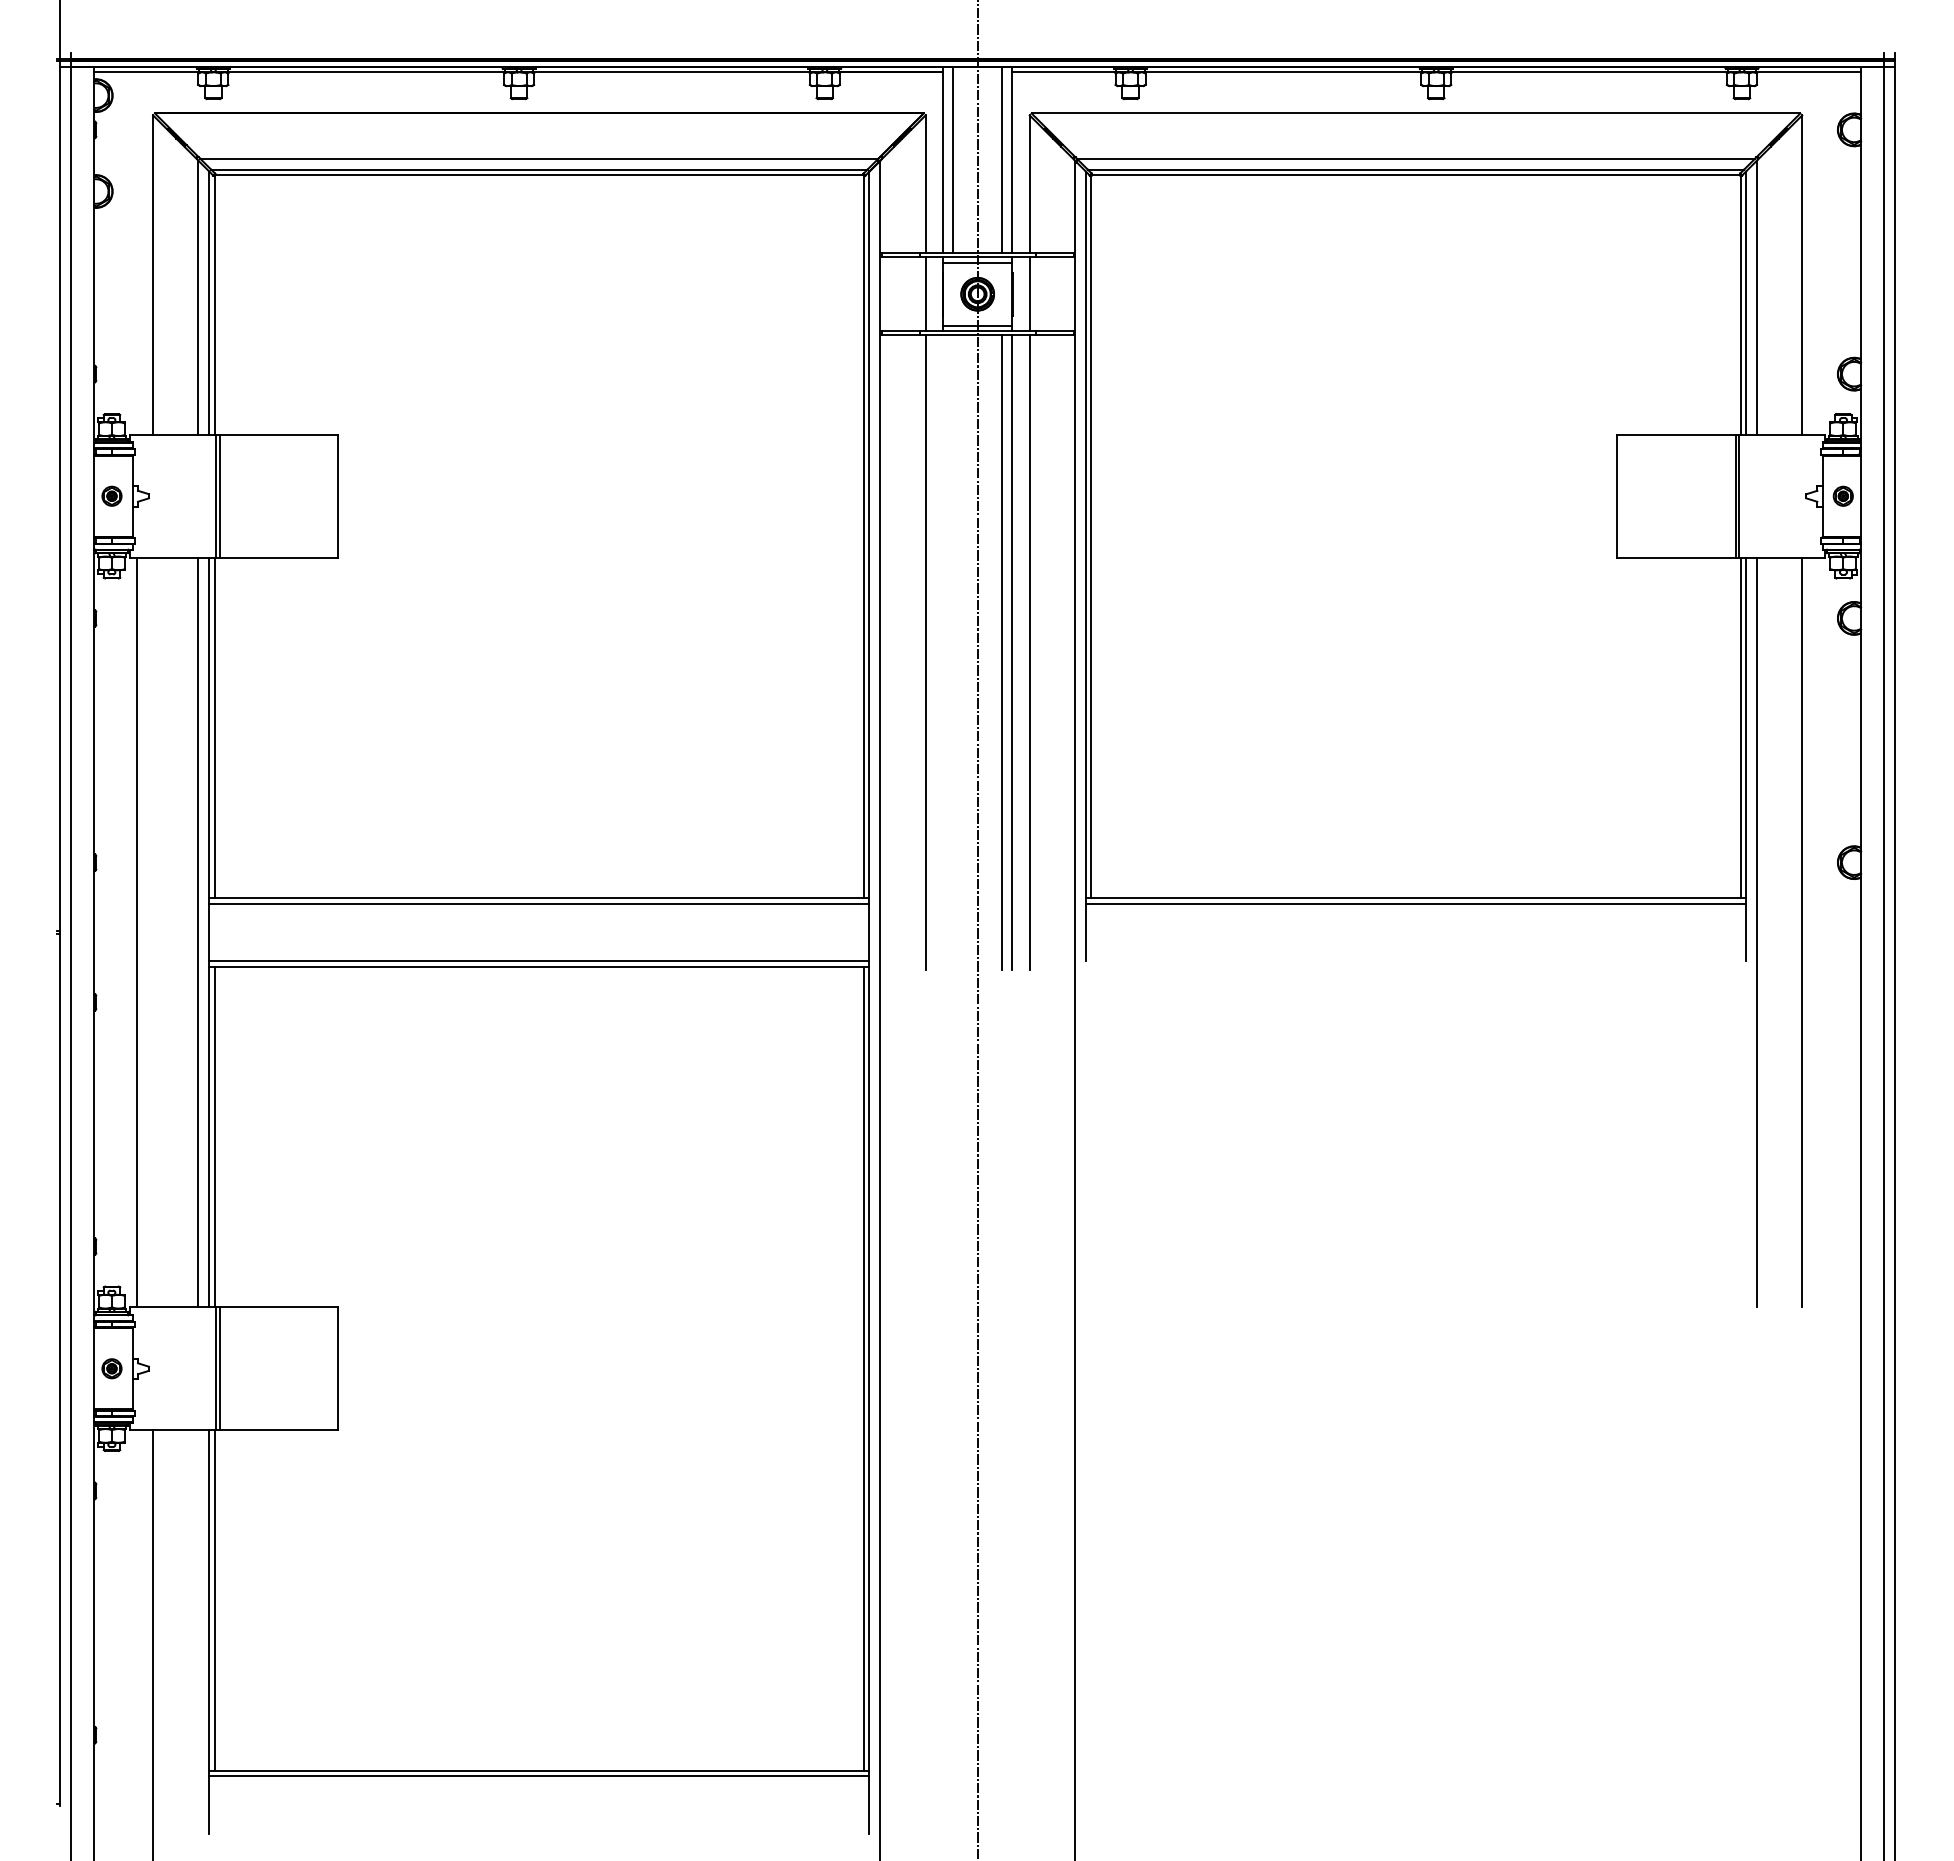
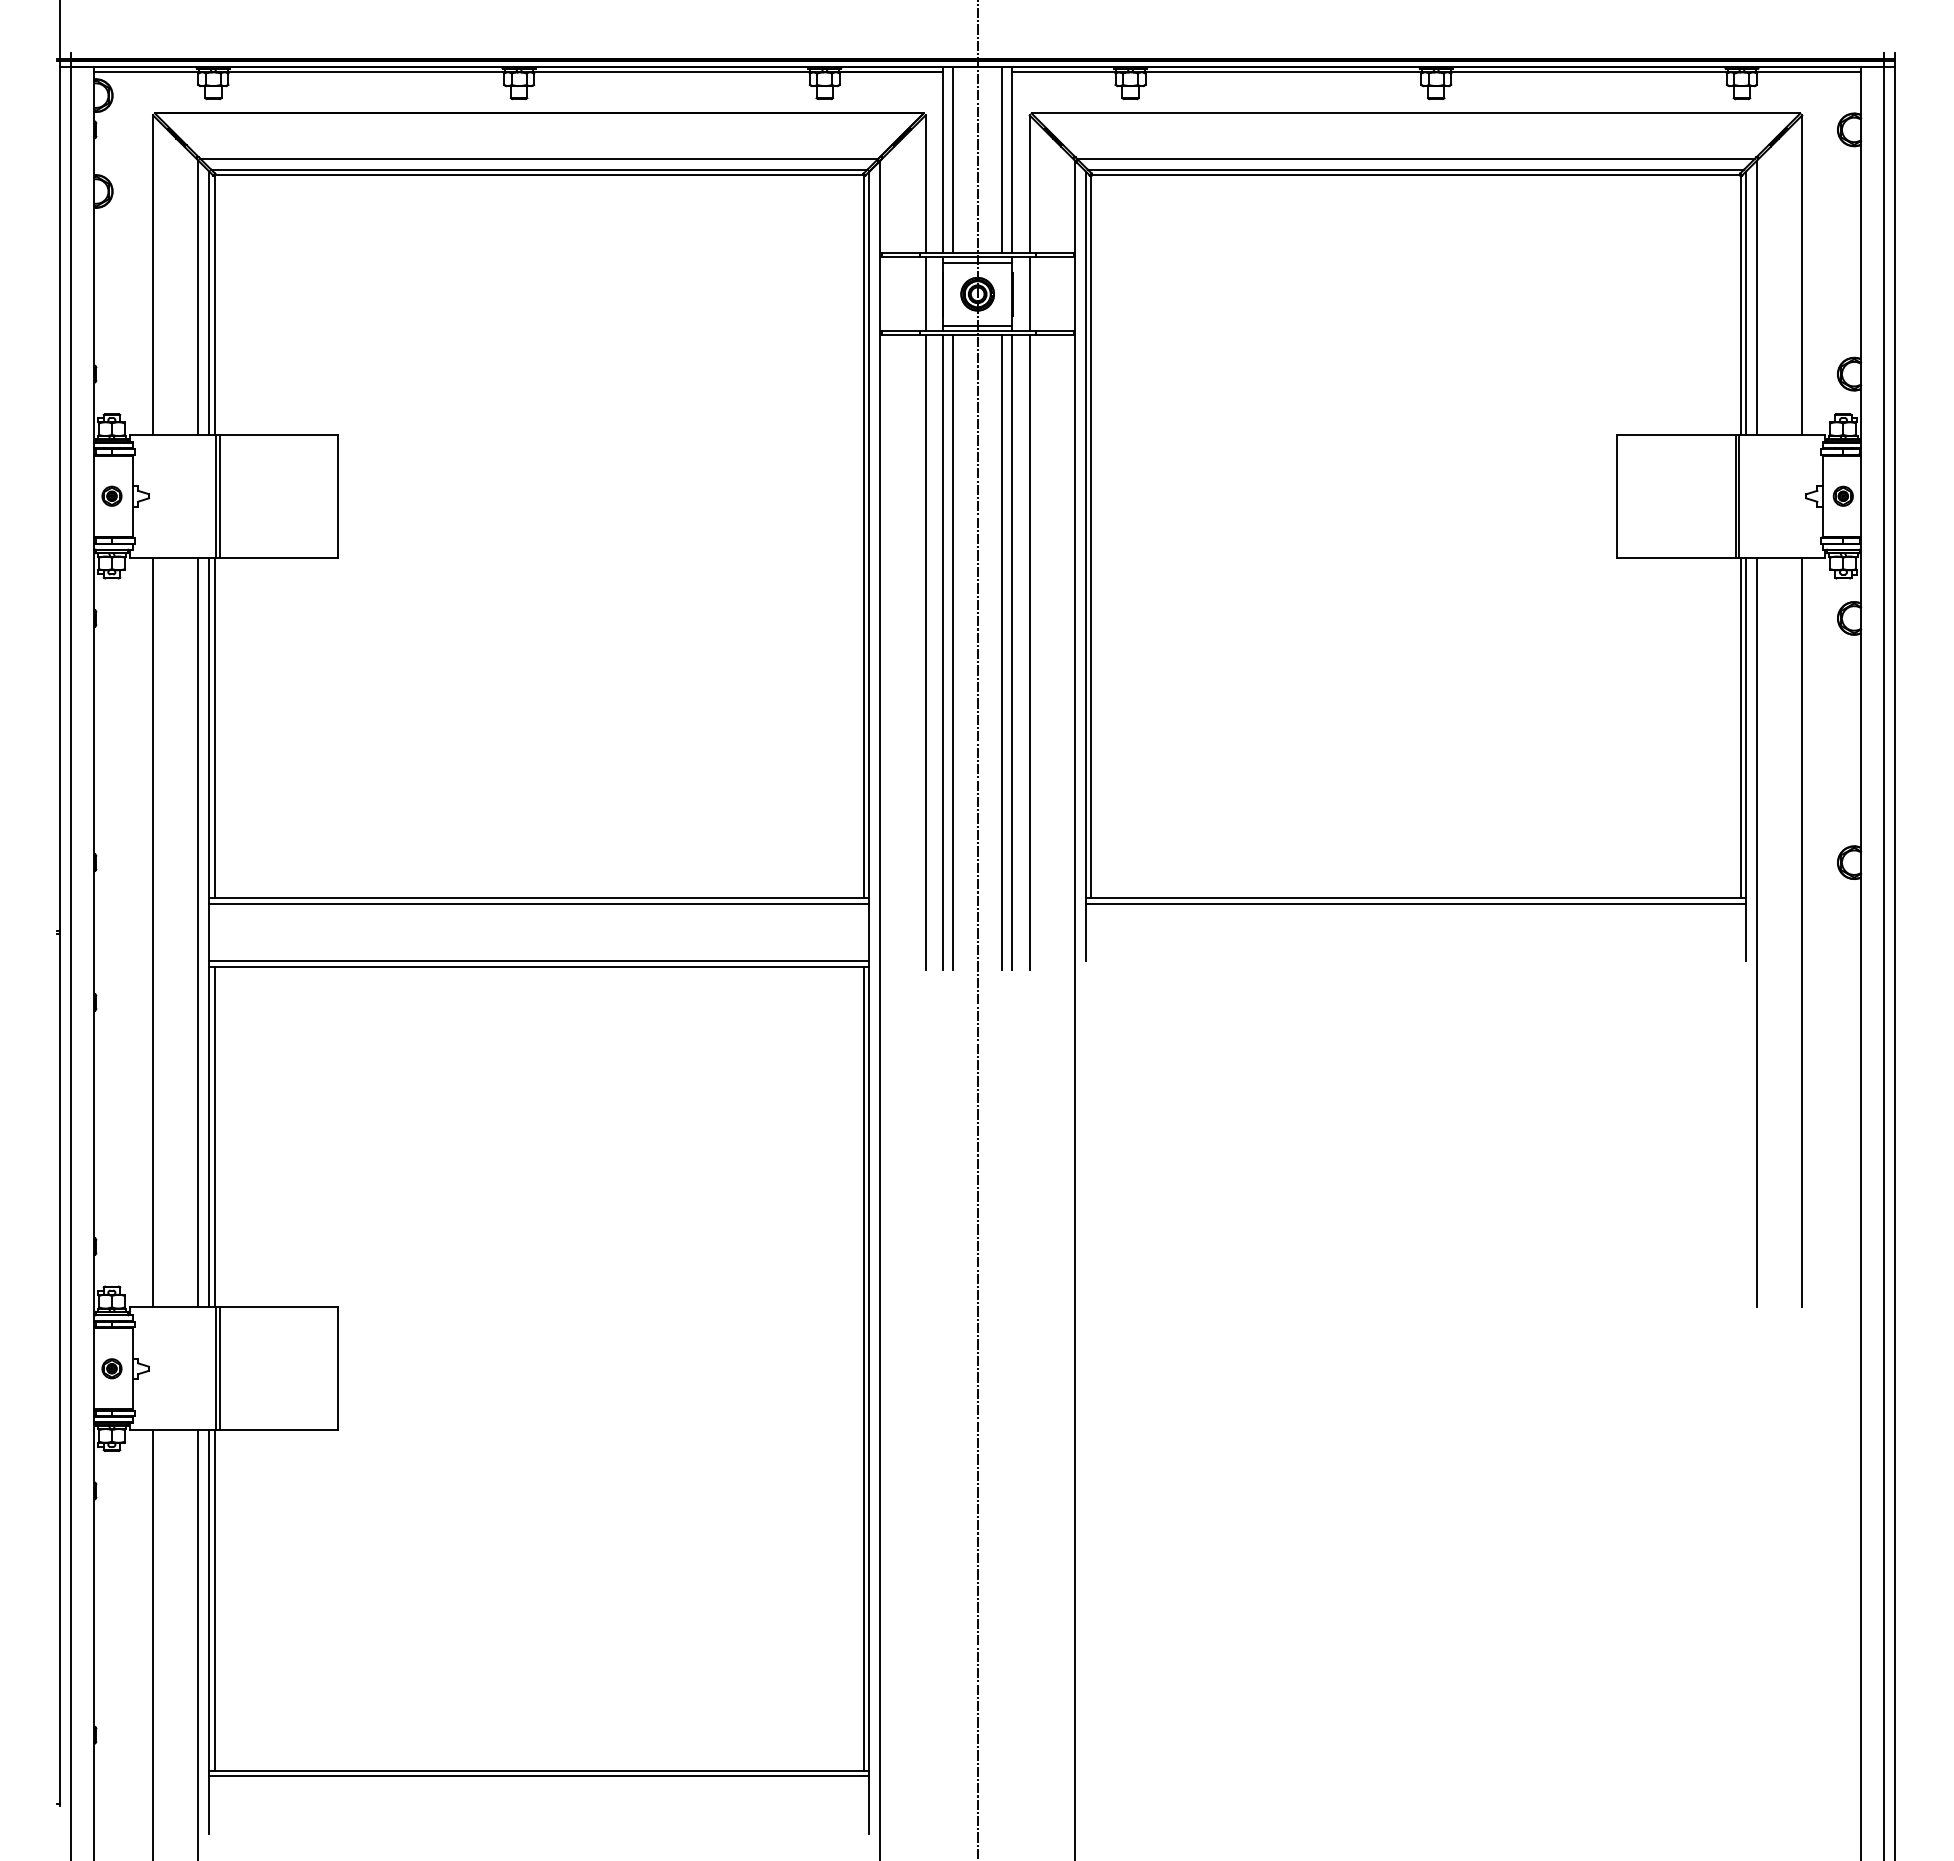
line at (943, 652): none -> present
line at (953, 652): none -> present
line at (137, 932) position: (137, 932) -> (153, 932)
line at (198, 1643): none -> present
